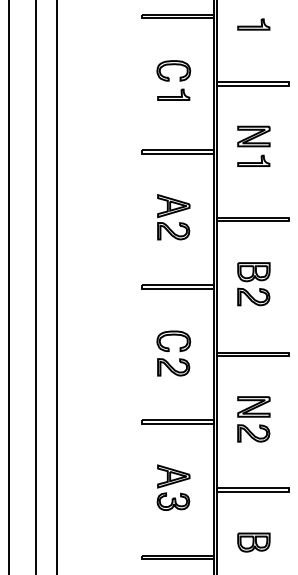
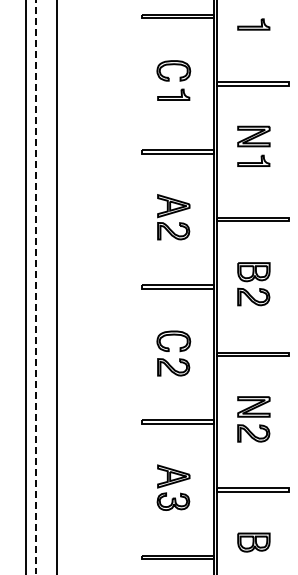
line at (9, 286) position: (9, 286) -> (26, 286)
line at (35, 287): solid -> dashed
